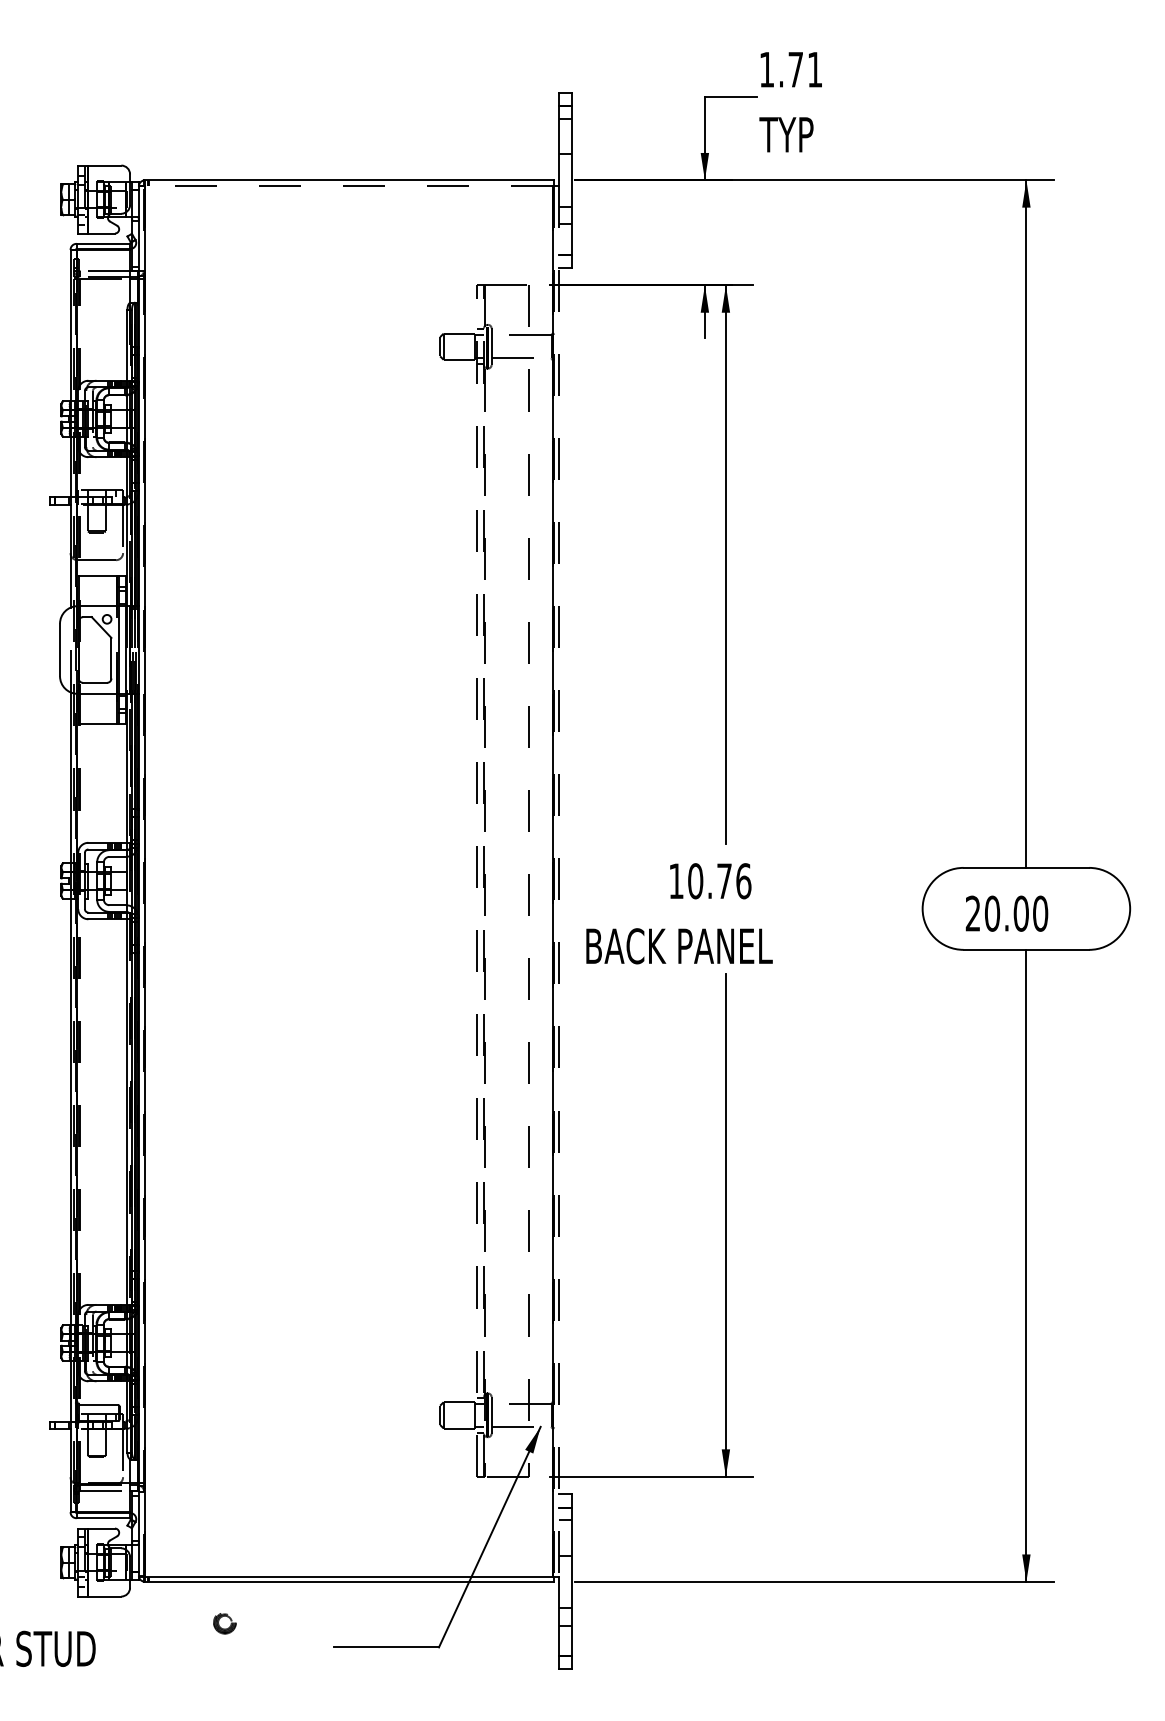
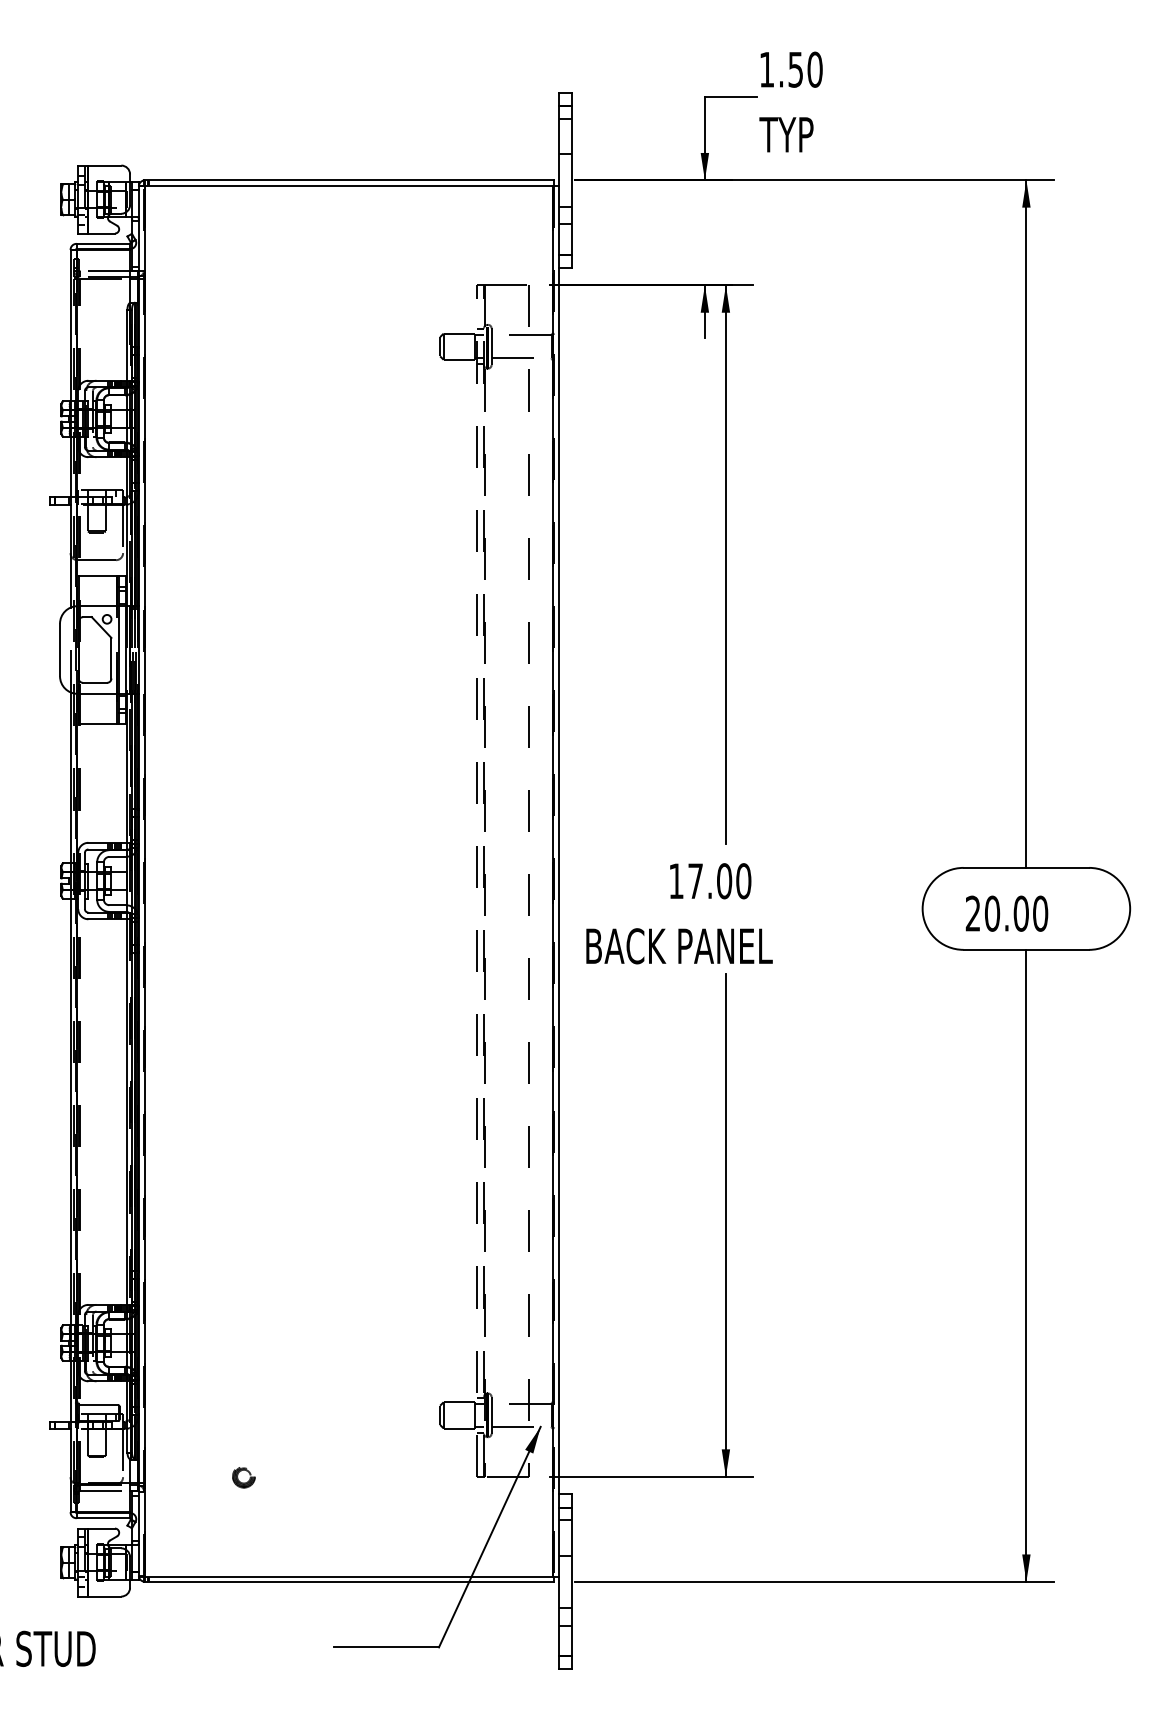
text at (805, 69): 1.71 -> 1.50
line at (348, 185): dashed -> solid
line at (559, 881): dashed -> solid
text at (719, 881): 10.76 -> 17.00
part at (224, 1623) position: (224, 1623) -> (243, 1477)
